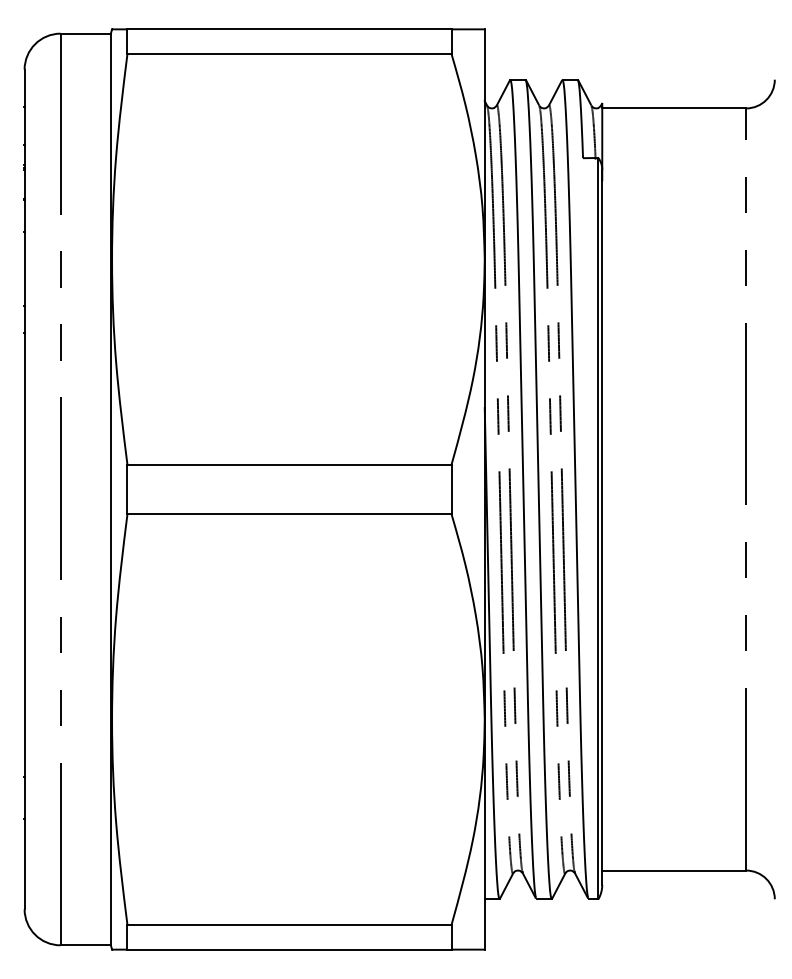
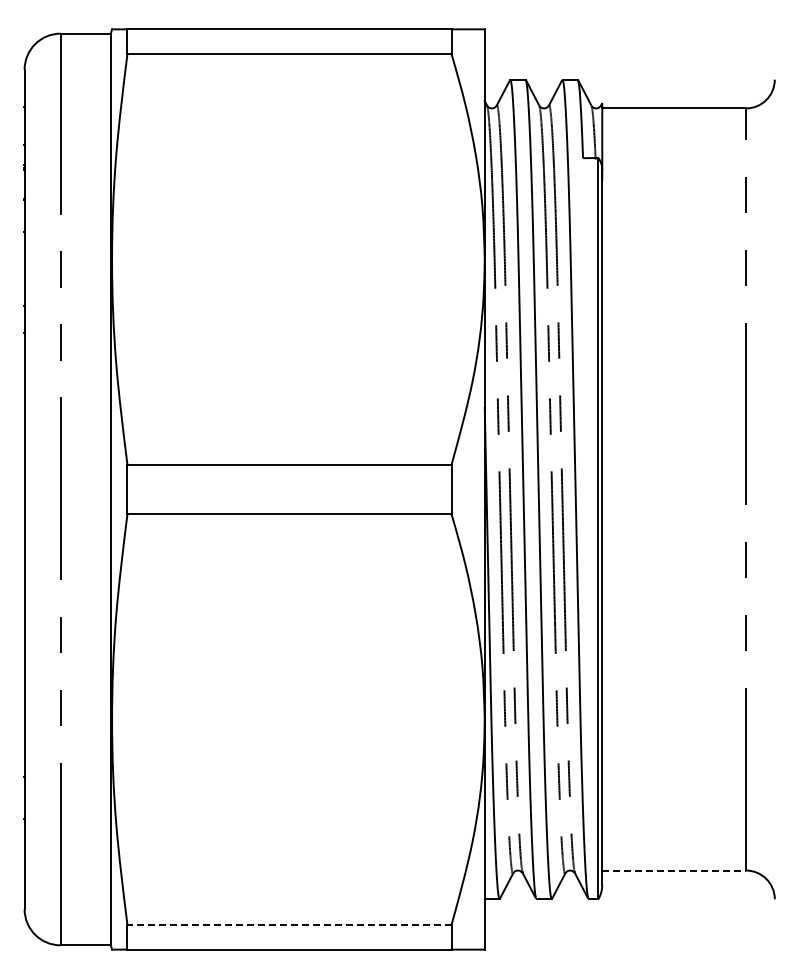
line at (674, 870): solid -> dashed
line at (289, 924): solid -> dashed
